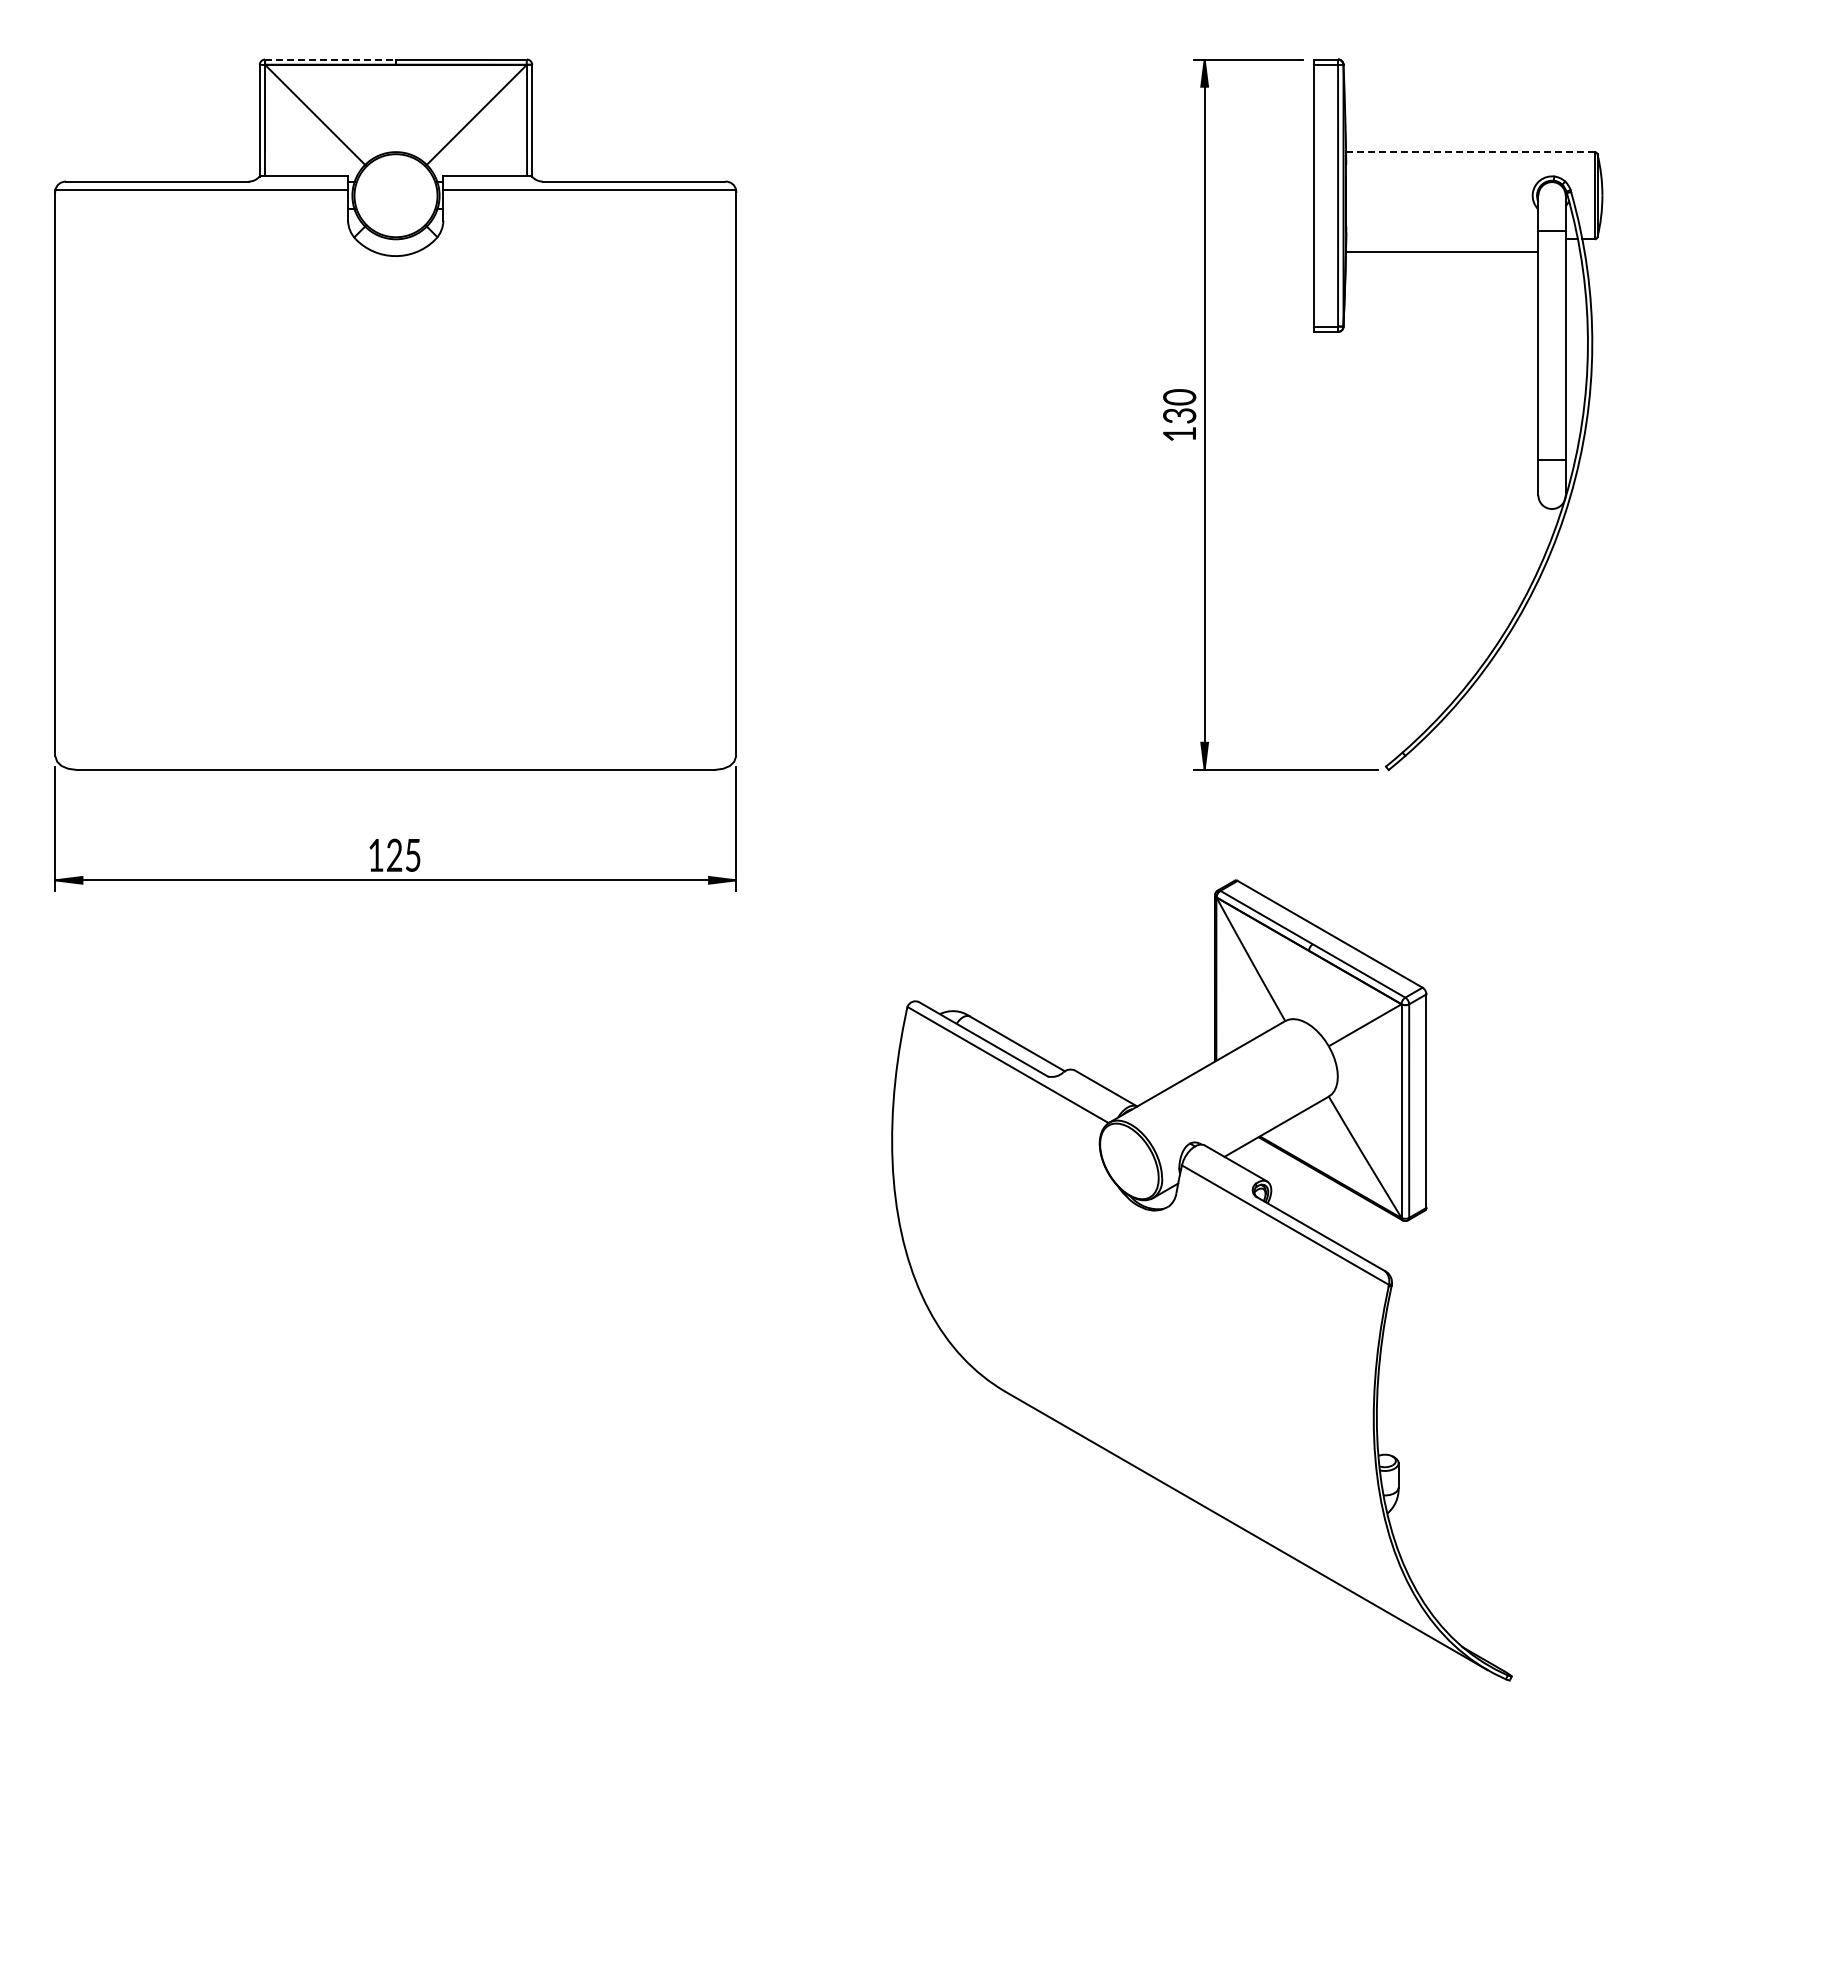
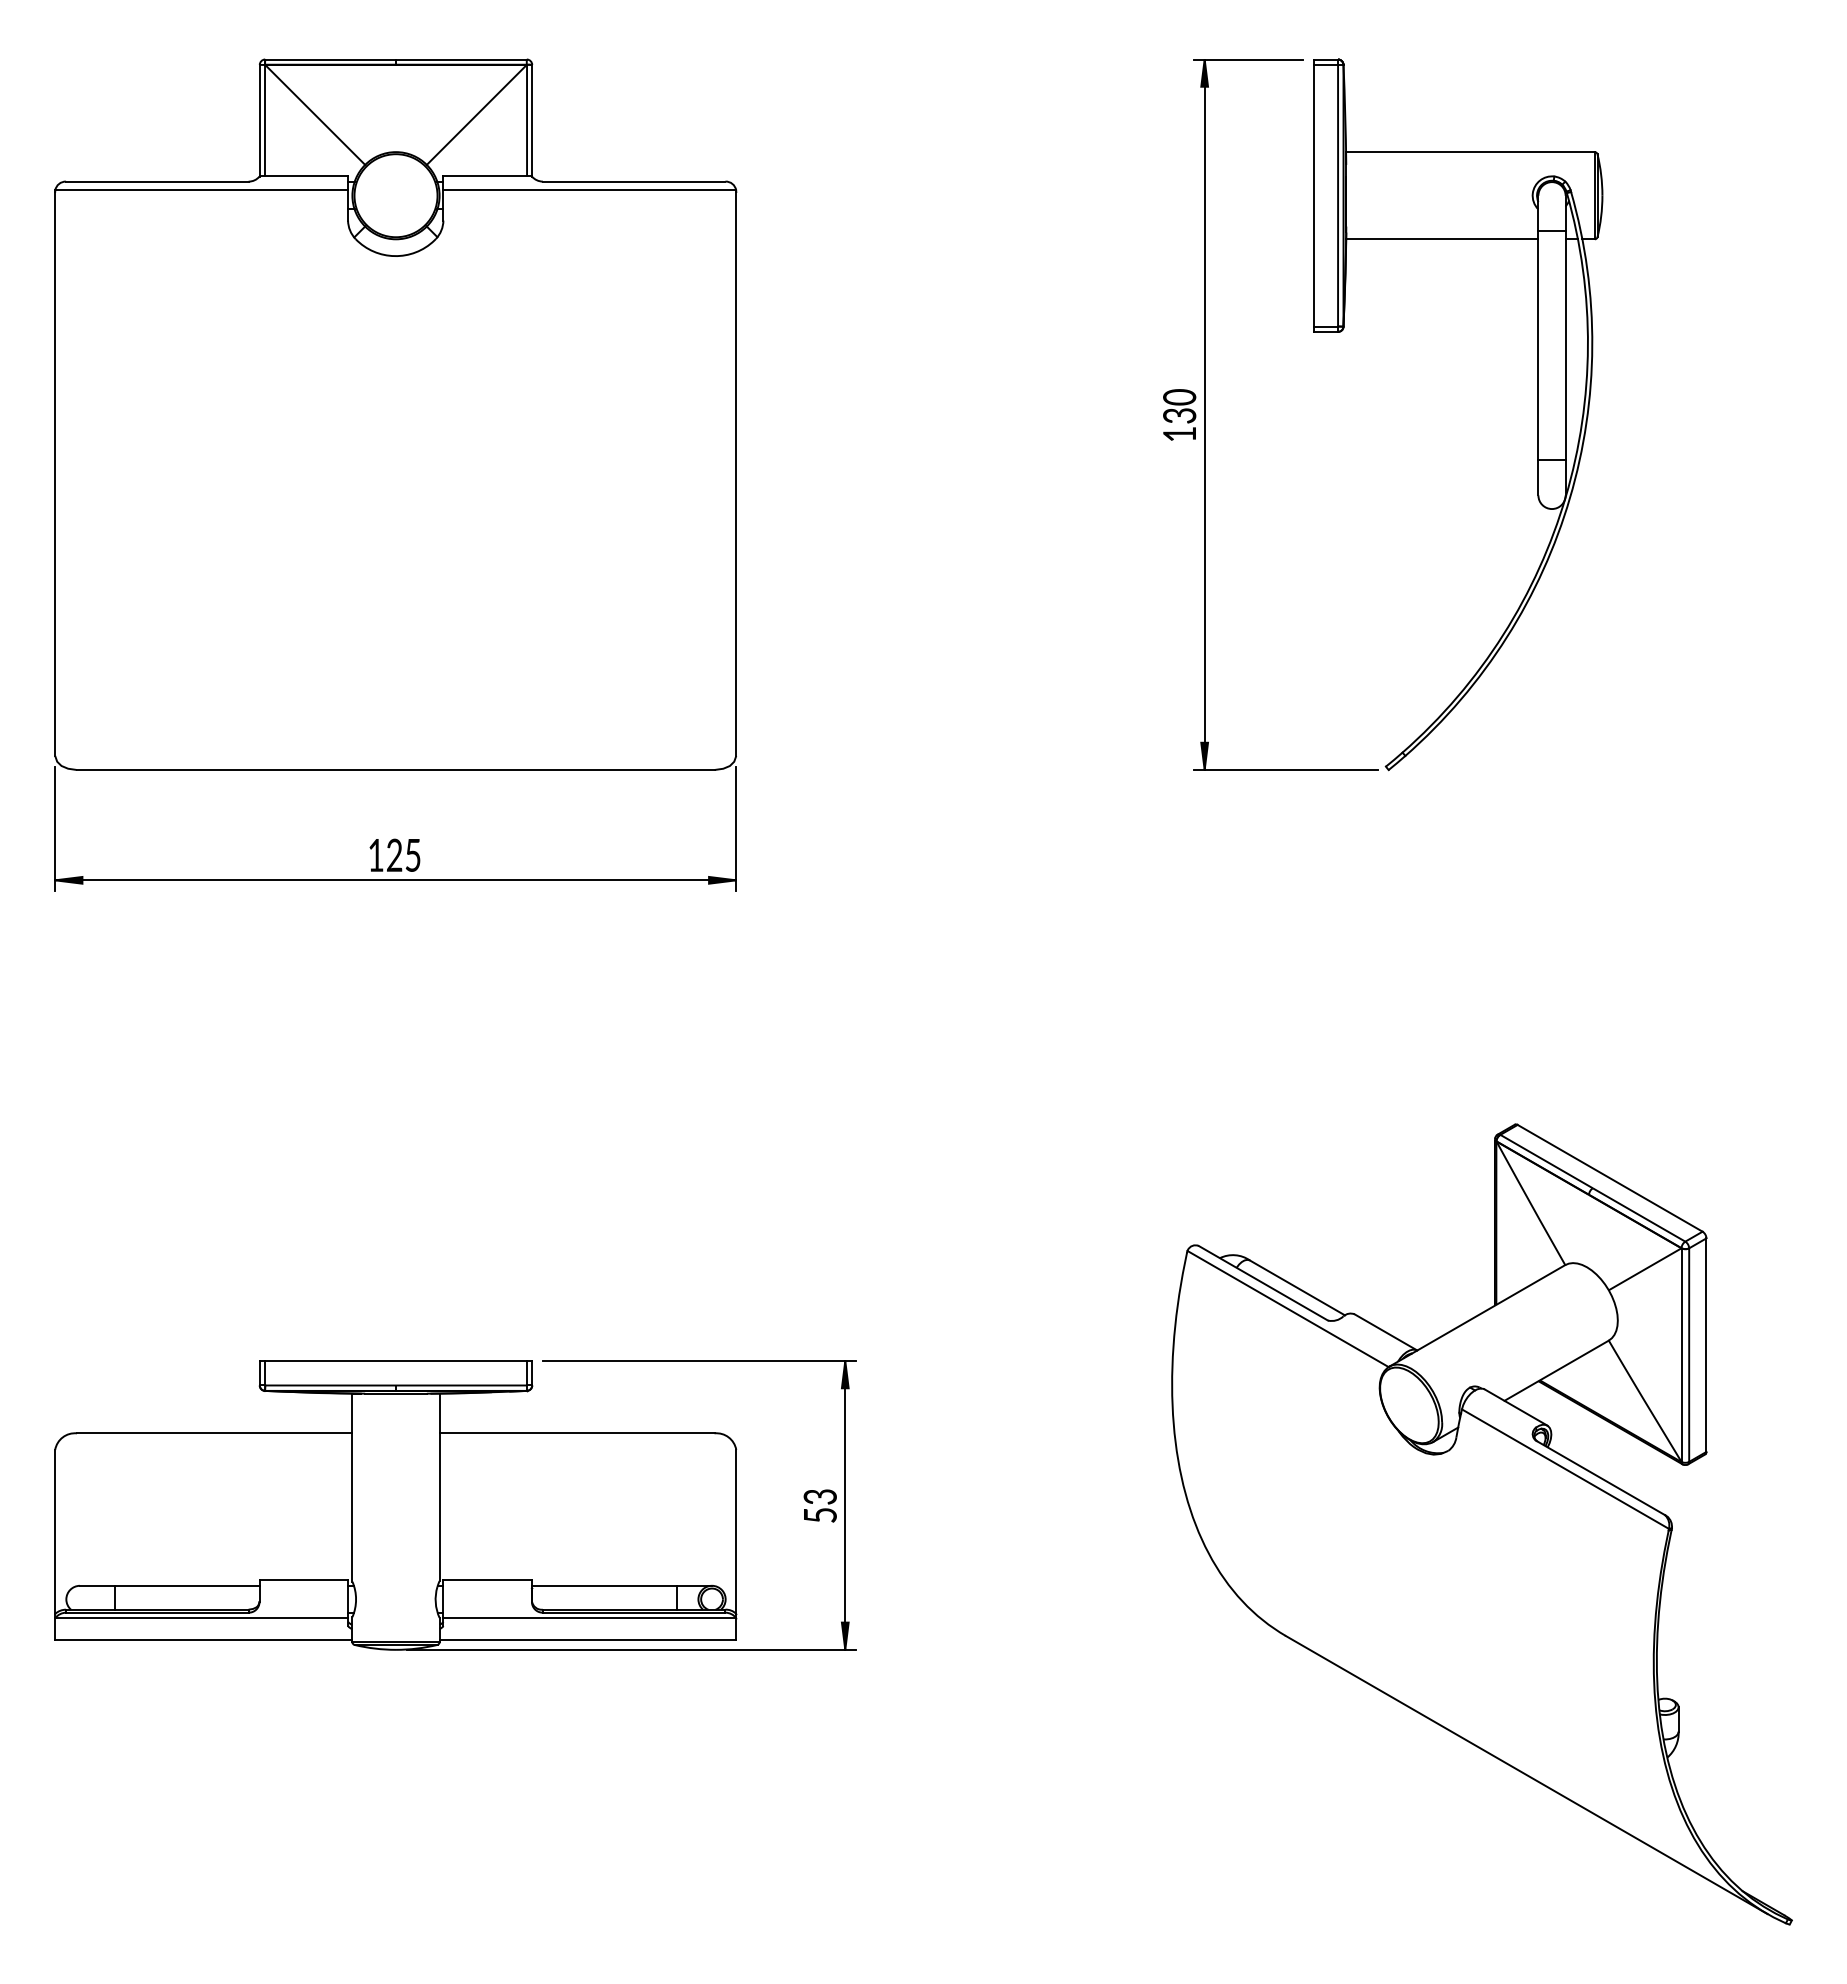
line at (331, 59): dashed -> solid
line at (1470, 152): dashed -> solid
line at (1442, 252) position: (1442, 252) -> (1442, 239)
part at (1201, 1280) position: (1201, 1280) -> (1481, 1524)
part at (455, 1505): none -> present
